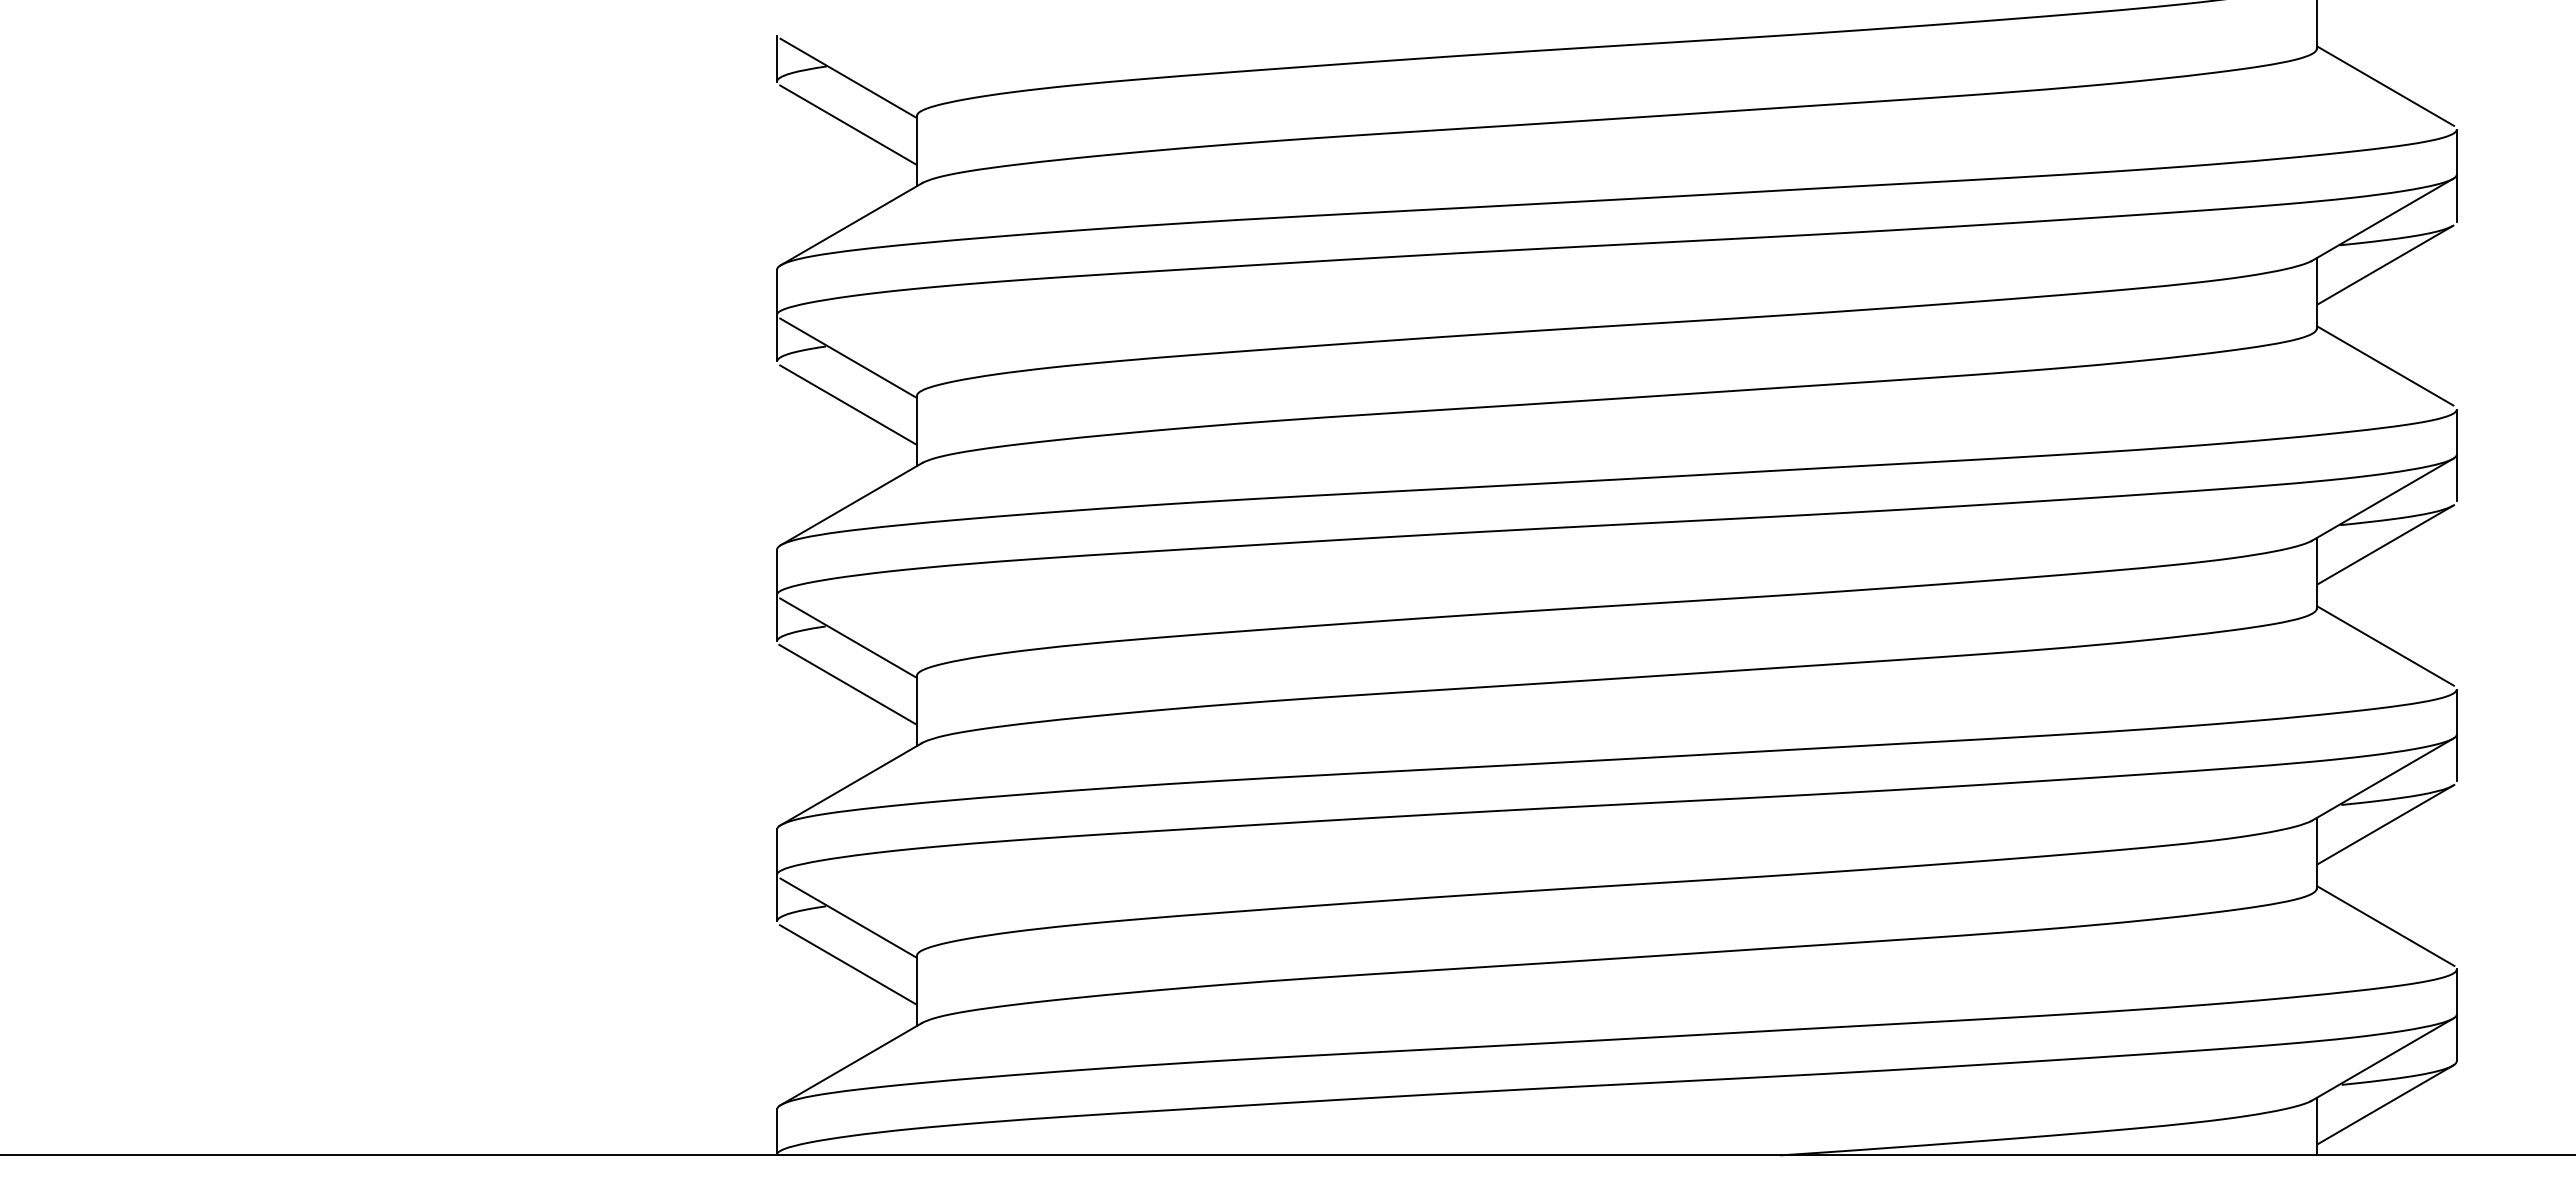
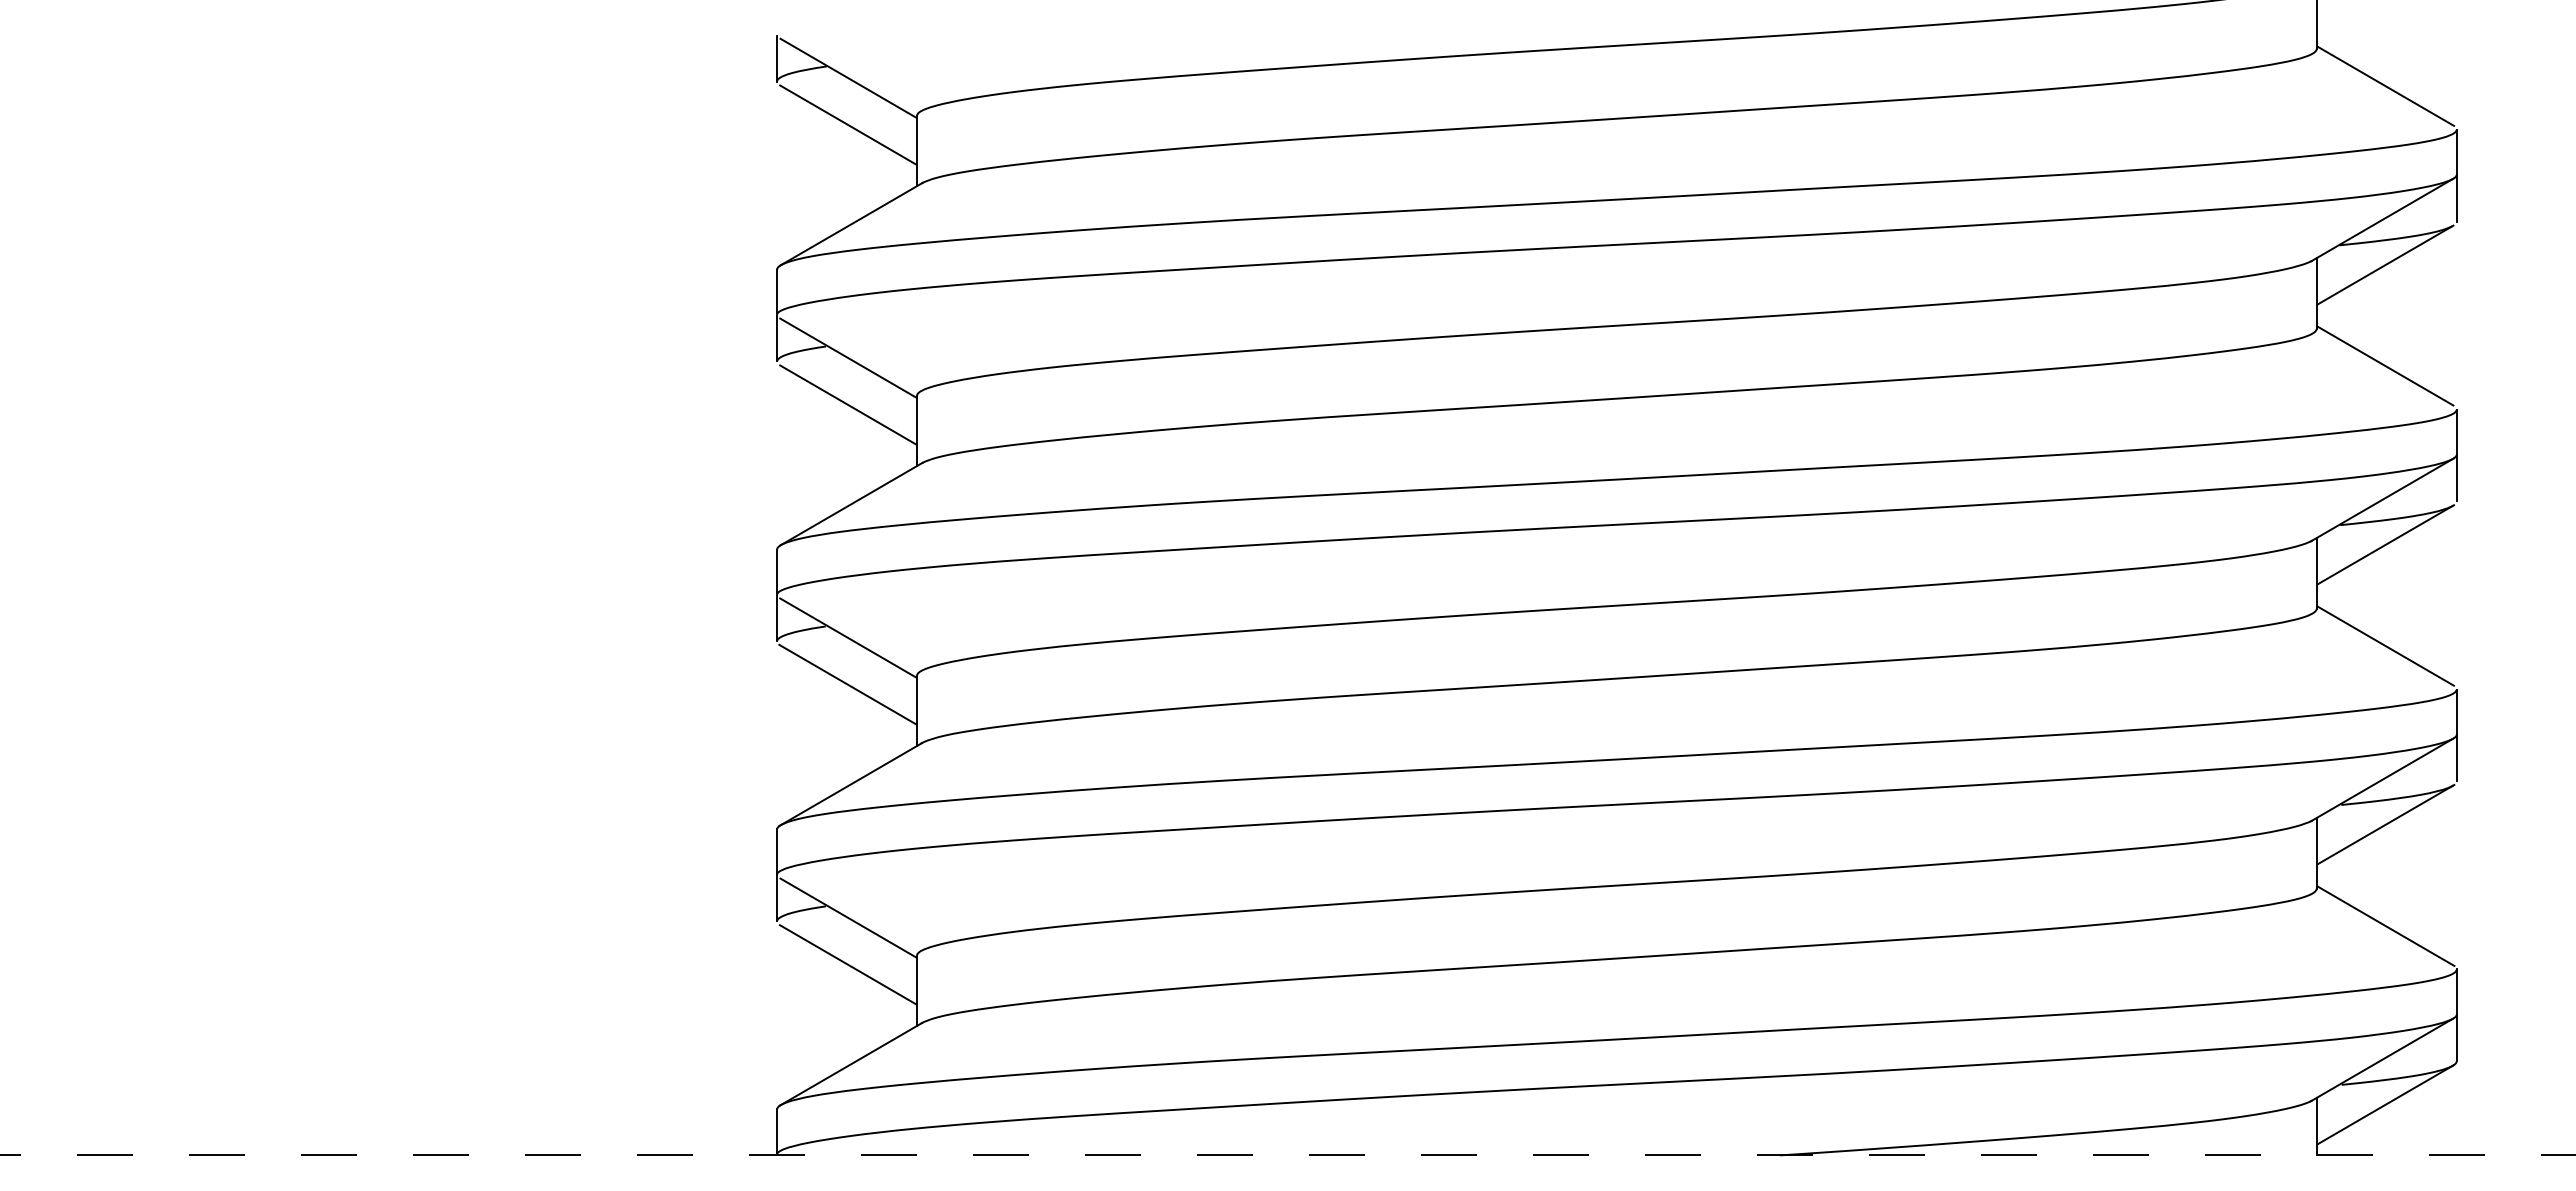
line at (1288, 1155): solid -> dashed
